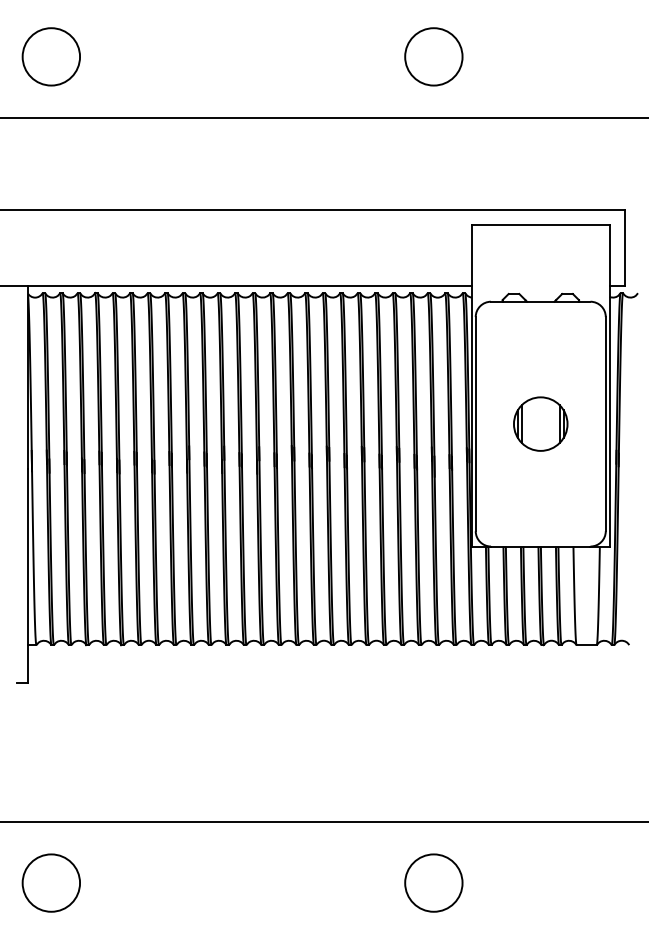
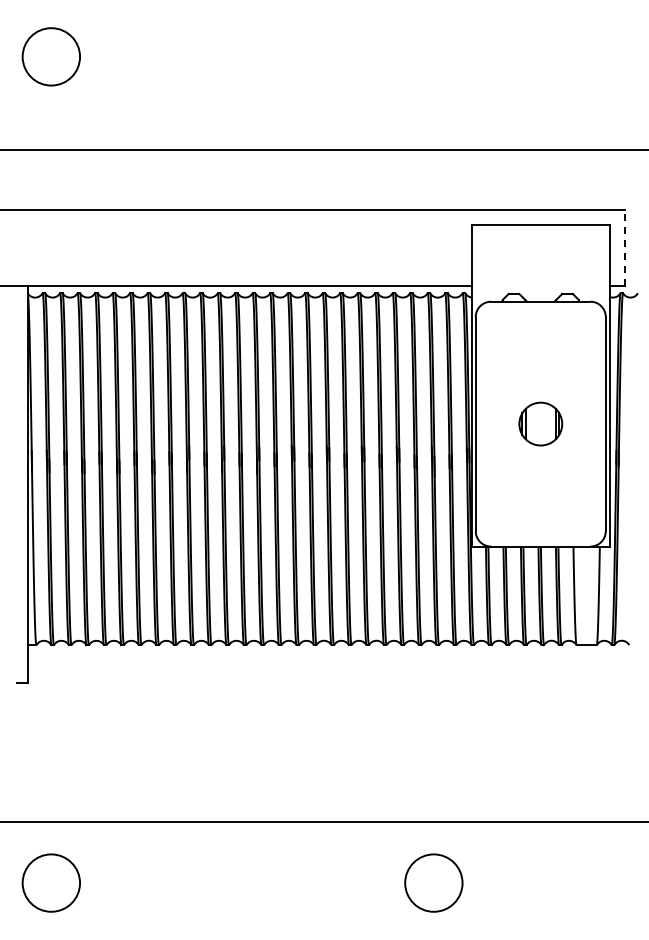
circle at (433, 56): present -> none
line at (323, 118) position: (323, 118) -> (323, 150)
line at (624, 247): solid -> dashed
part at (540, 423) size: 56x56 px -> 46x46 px
